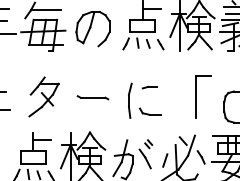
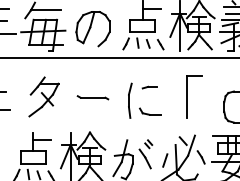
line at (119, 57): none -> present
part at (196, 96) position: (196, 96) -> (187, 96)
